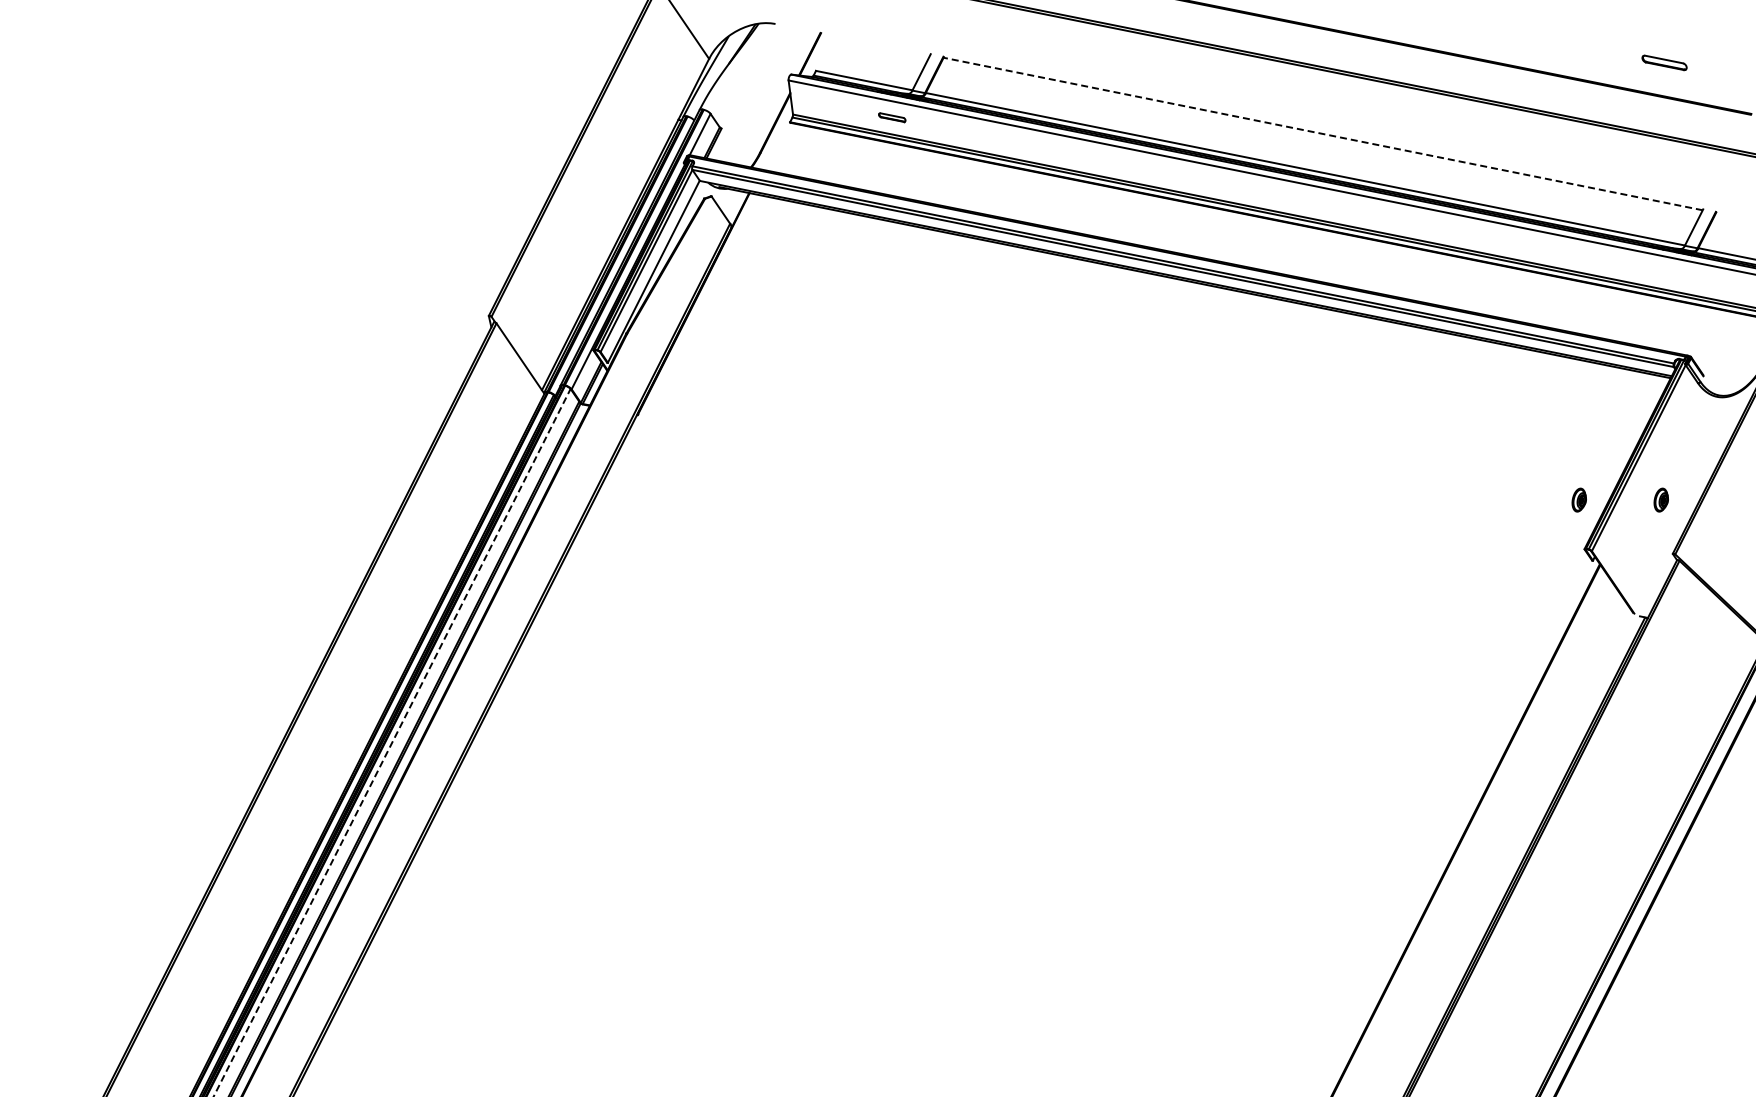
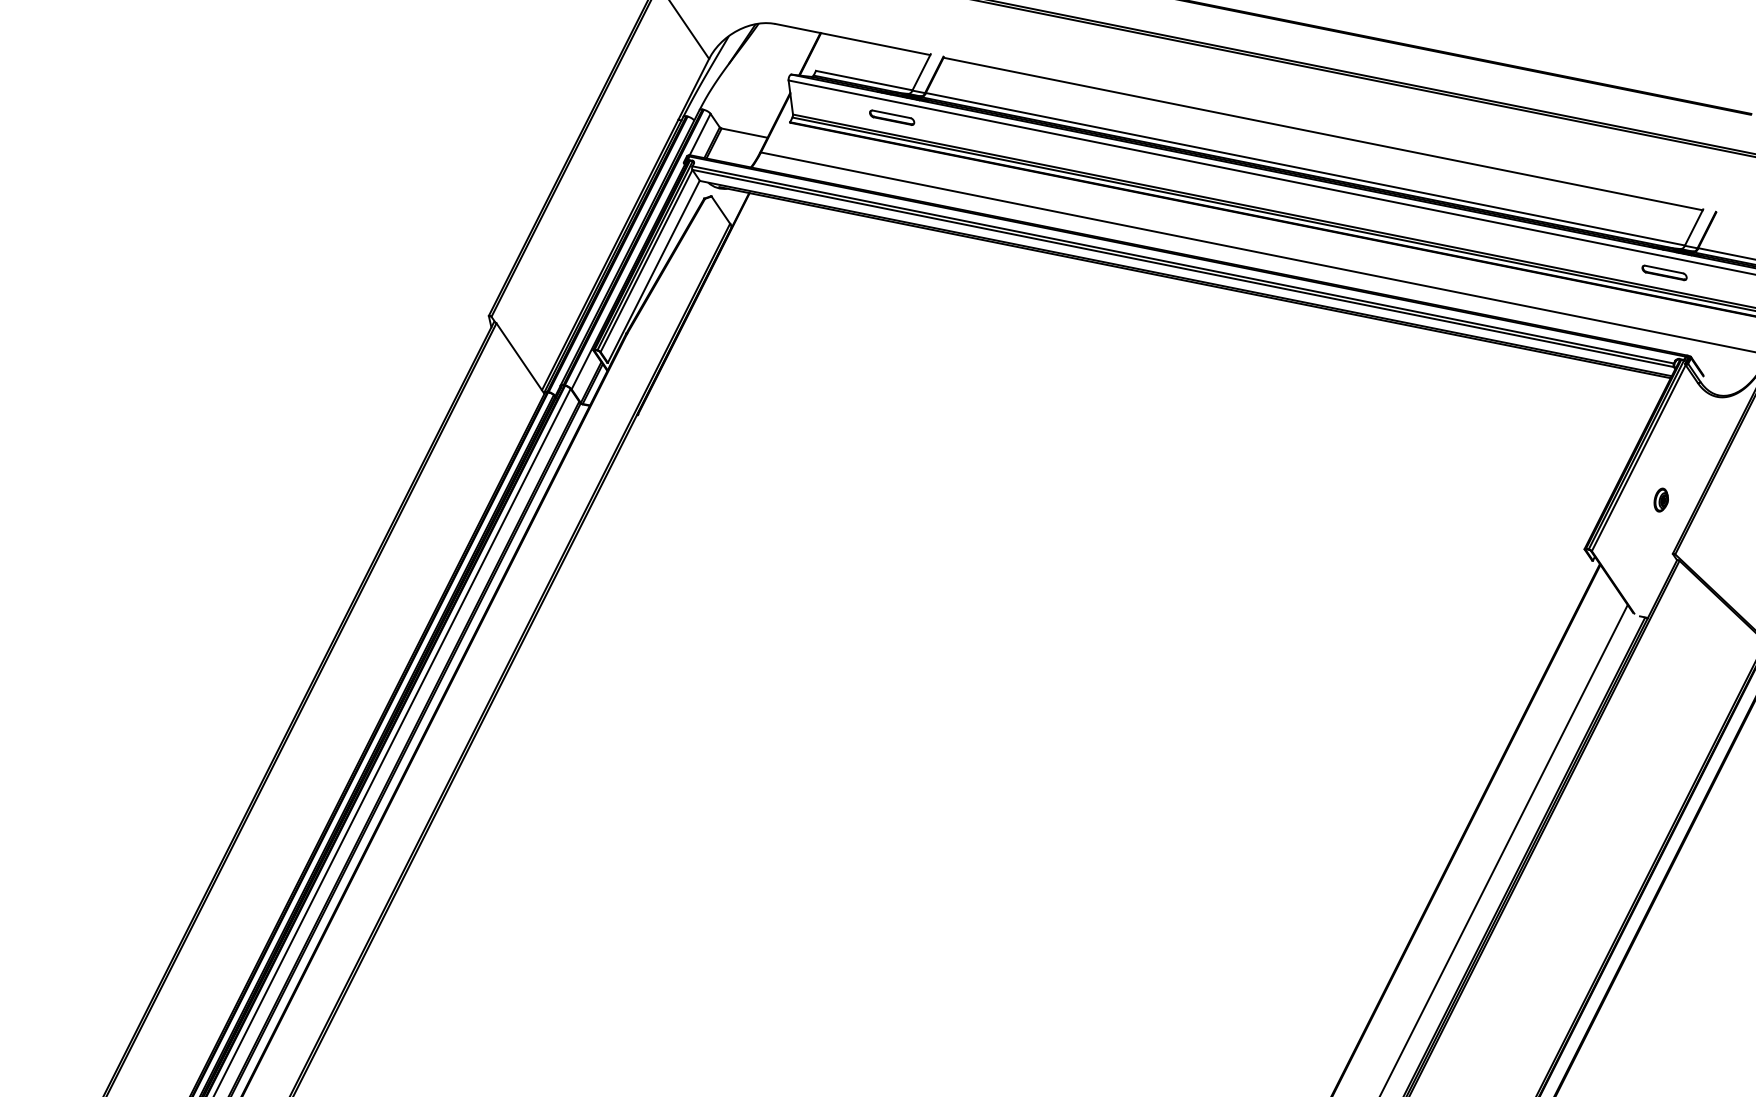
line at (852, 39): none -> present
part at (1664, 62) position: (1664, 62) -> (1664, 272)
part at (892, 117) size: 29x12 px -> 47x17 px
line at (744, 132): none -> present
line at (1322, 133): dashed -> solid
line at (1256, 251): none -> present
part at (1578, 499): present -> none
line at (392, 742): dashed -> solid
line at (1504, 849): none -> present
